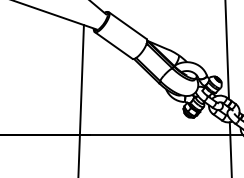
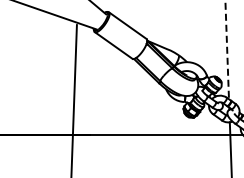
line at (227, 50): solid -> dashed
line at (80, 99) position: (80, 99) -> (73, 99)
